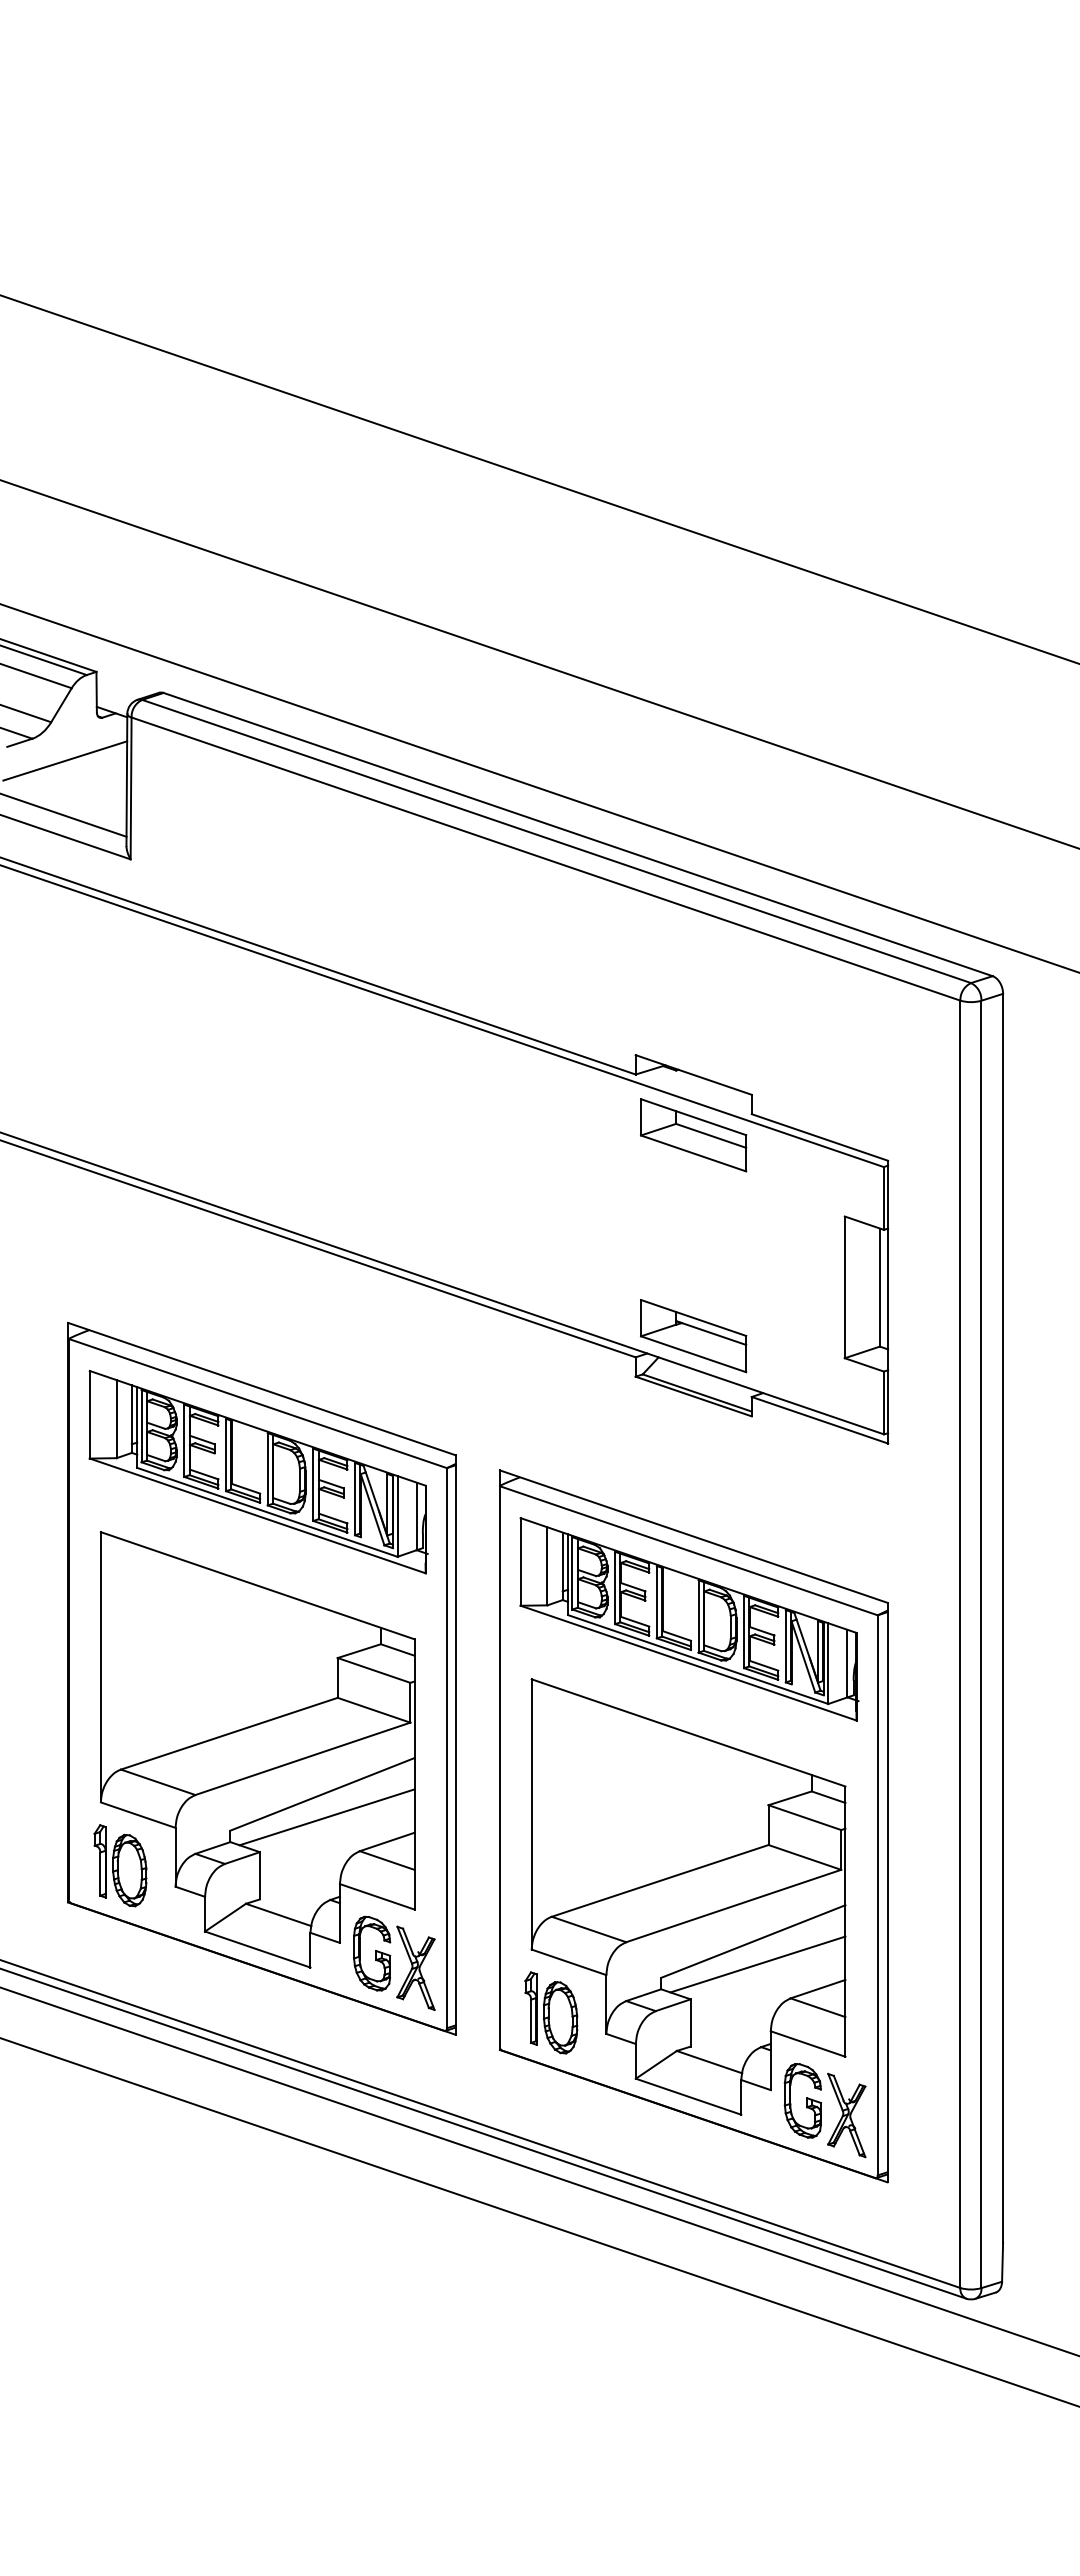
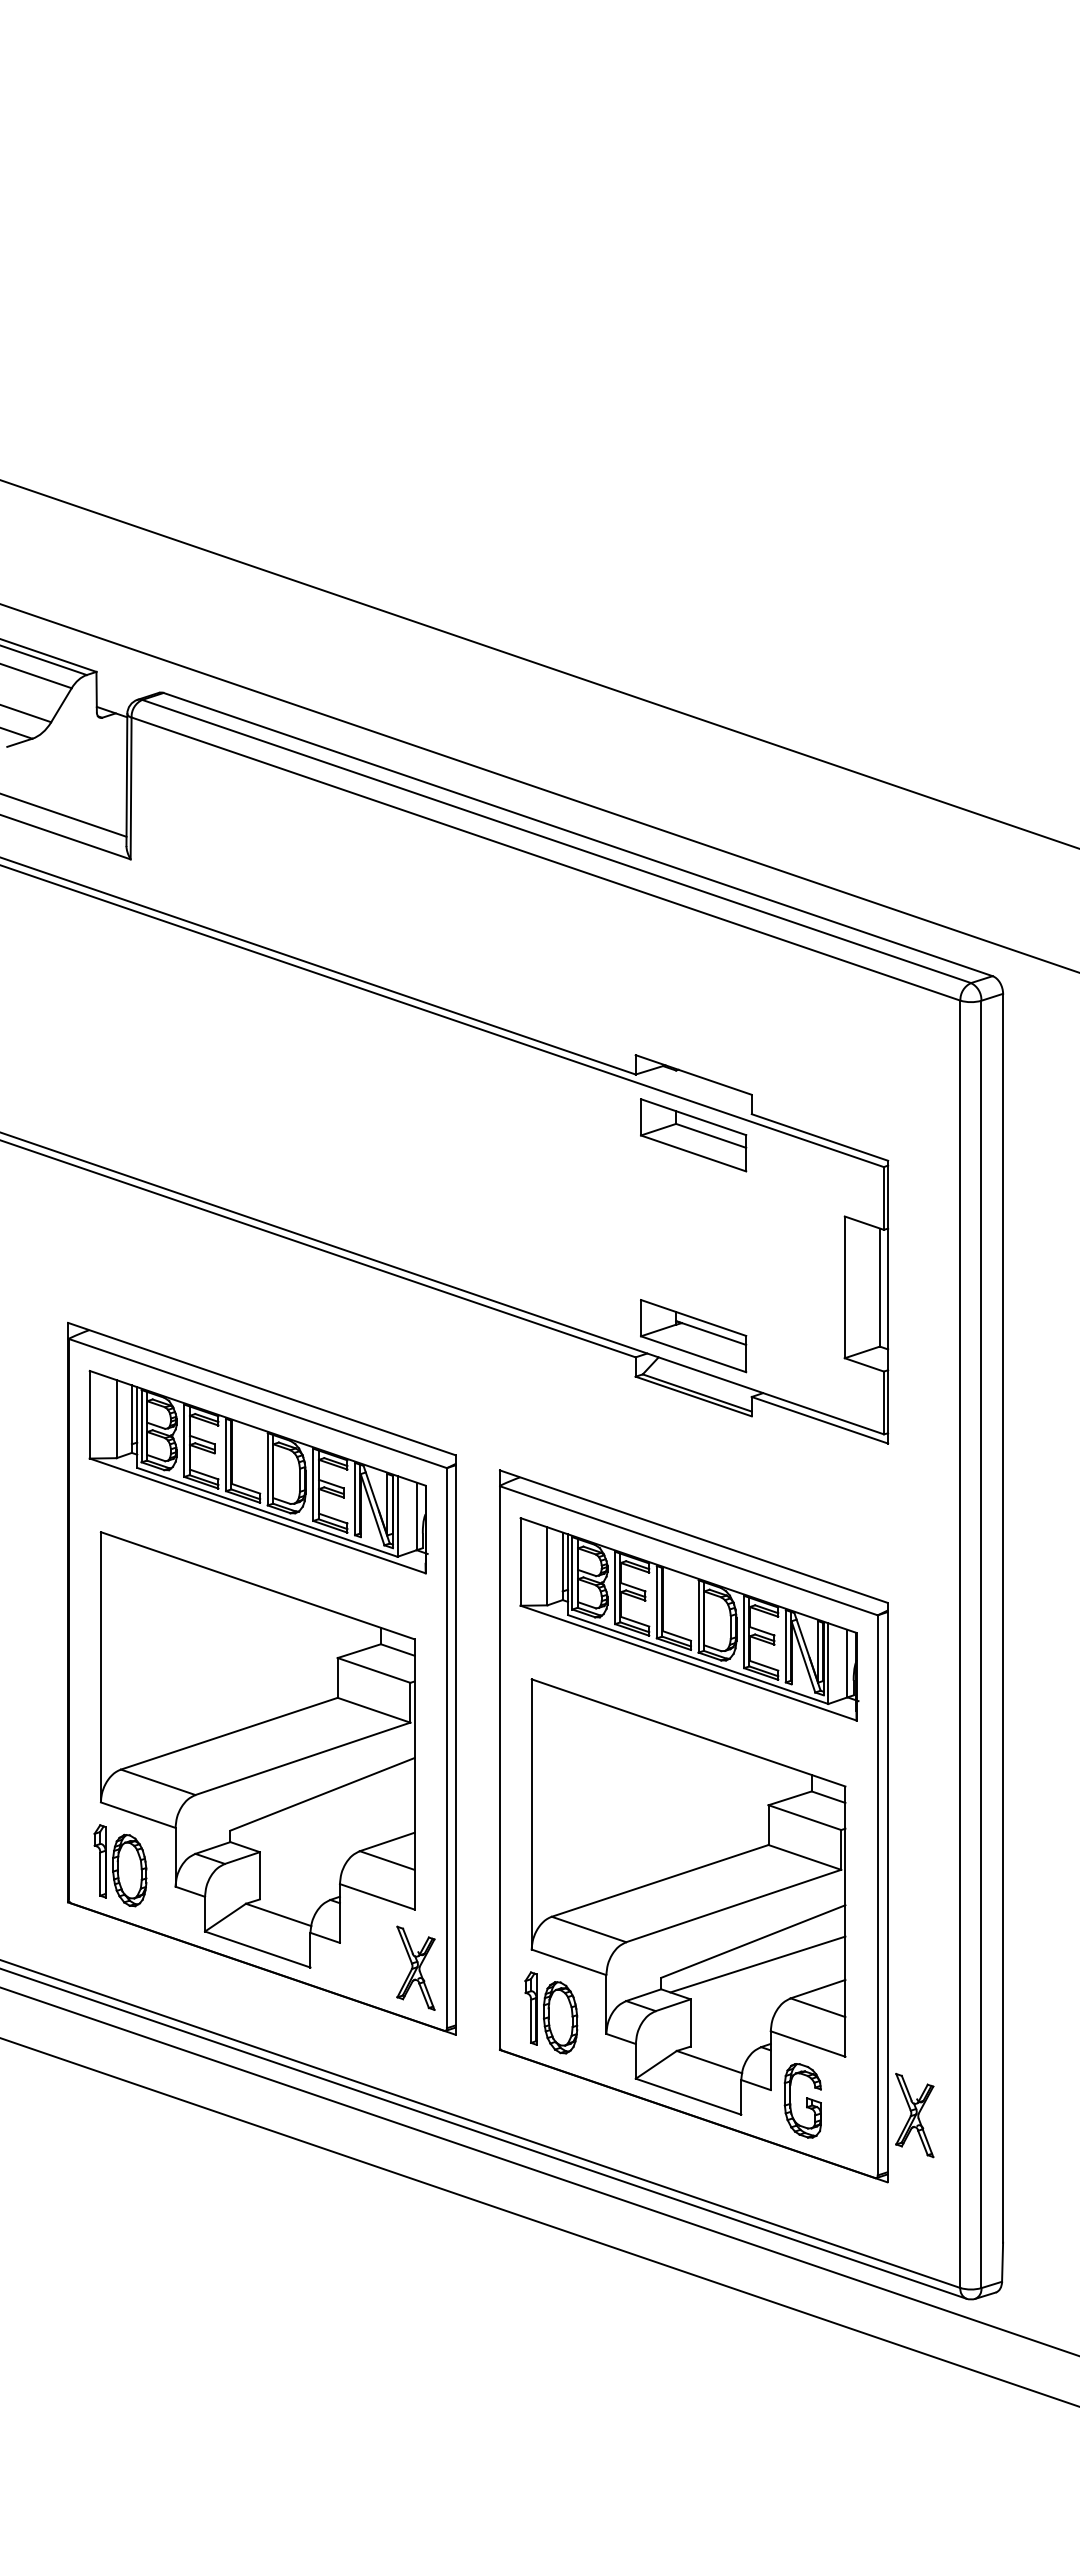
line at (539, 478): present -> none
line at (65, 760): present -> none
line at (326, 1817): present -> none
part at (372, 1953): present -> none
part at (846, 2115) position: (846, 2115) -> (914, 2115)
